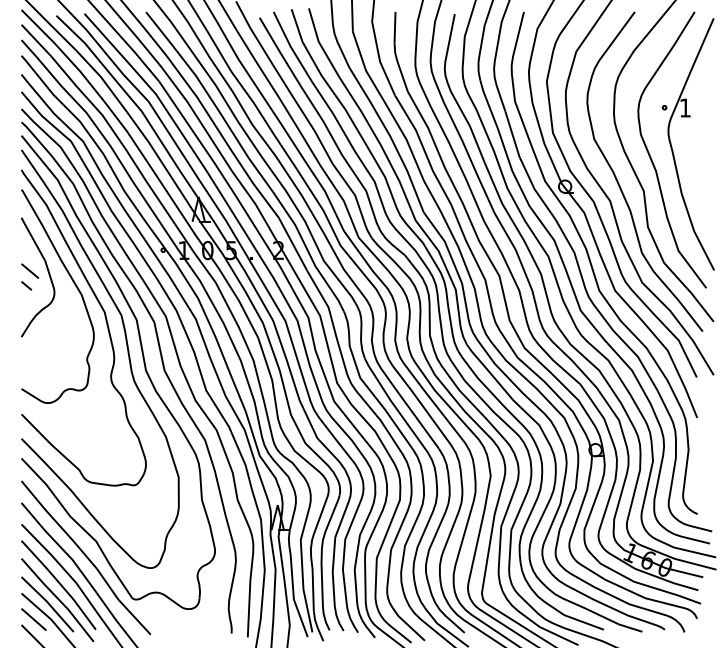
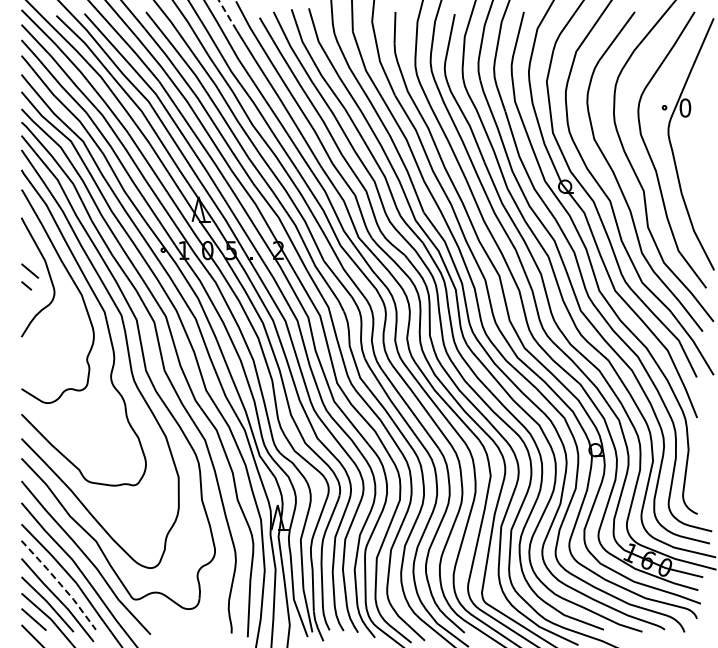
line at (227, 15): solid -> dashed
text at (685, 107): 1 -> 0
line at (60, 583): solid -> dashed
